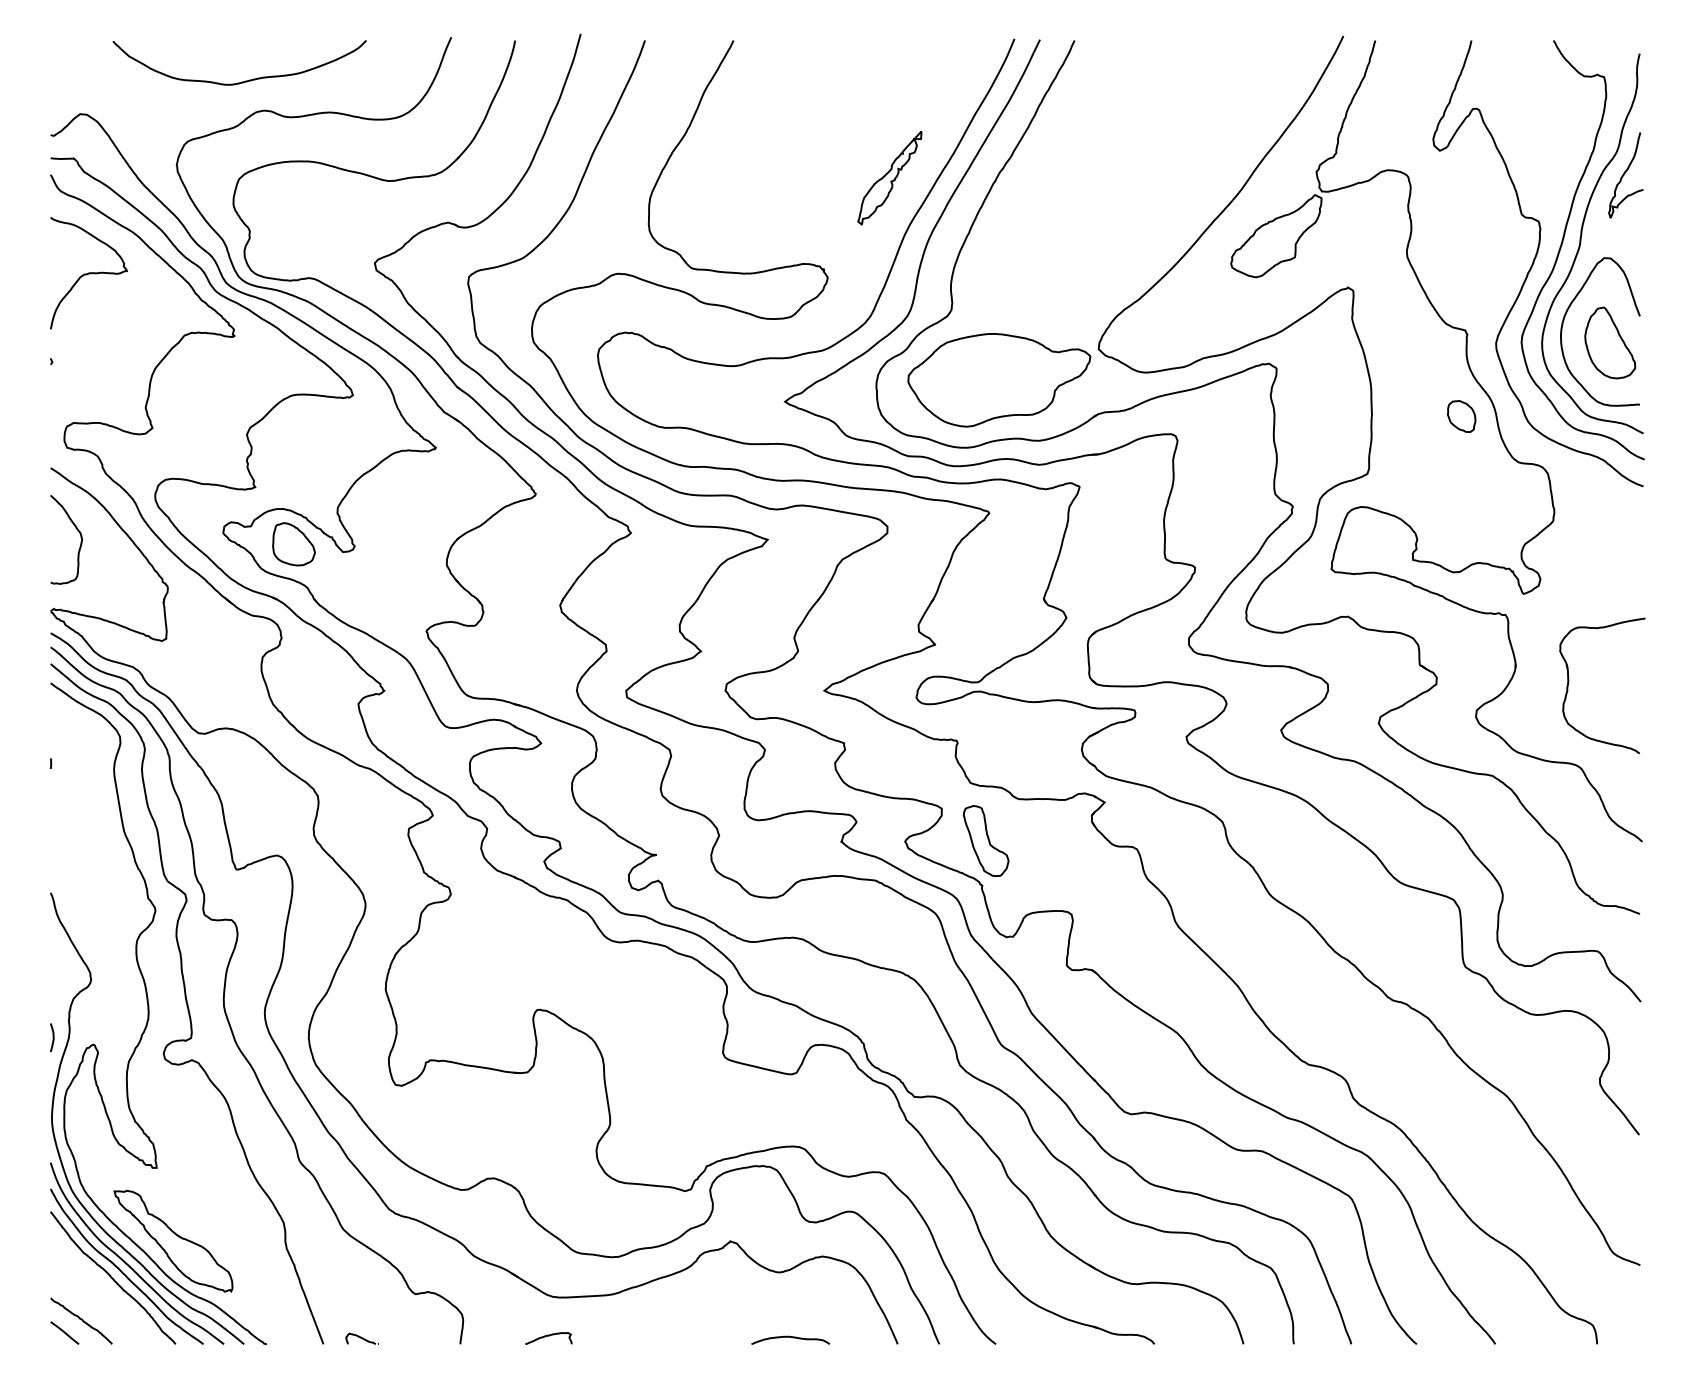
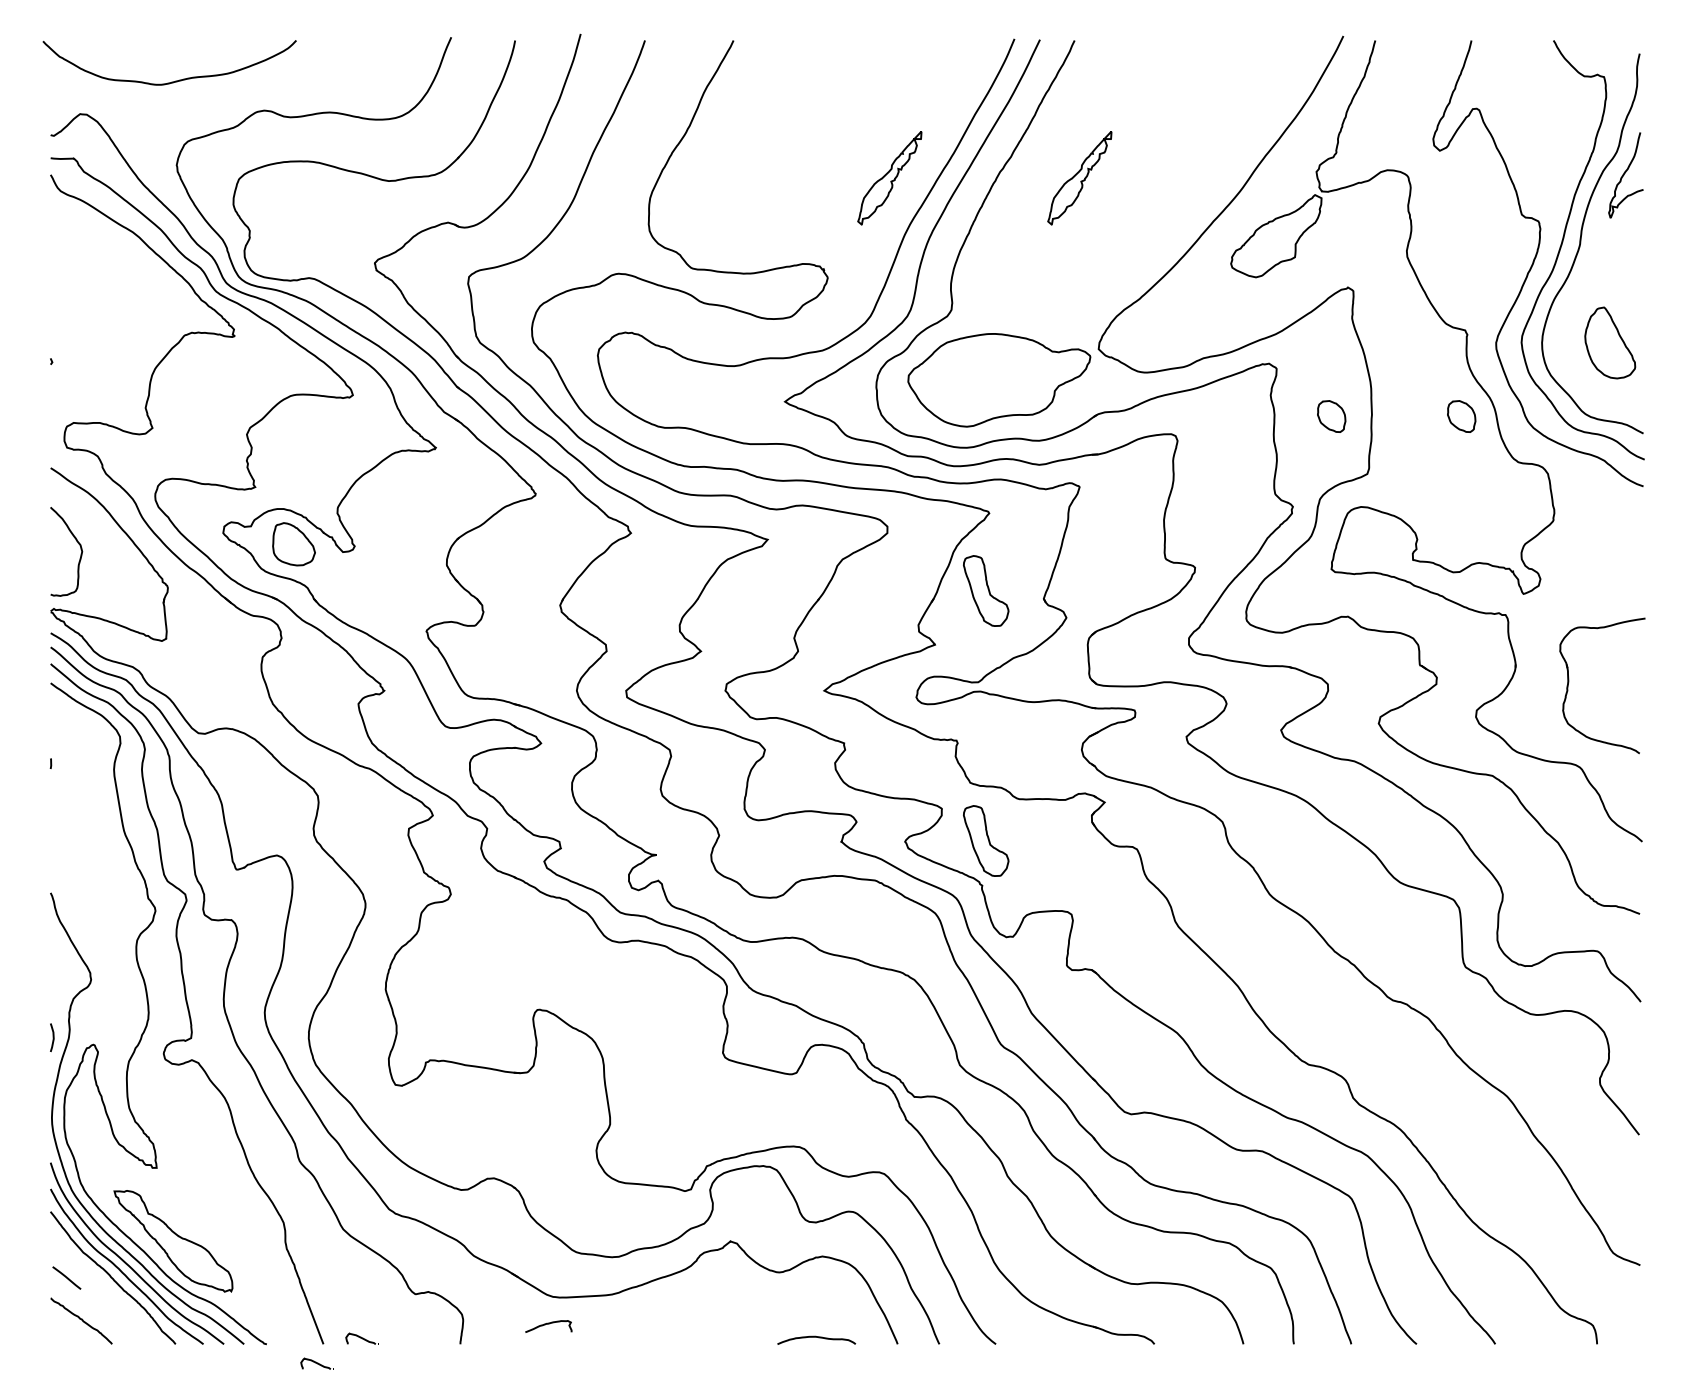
curve at (245, 80) position: (245, 80) -> (175, 80)
part at (1079, 178): none -> present
curve at (88, 273): present -> none
curve at (1563, 325): present -> none
part at (1331, 416): none -> present
curve at (78, 532) position: (78, 532) -> (78, 544)
part at (986, 590): none -> present
line at (64, 1332) position: (64, 1332) -> (66, 1277)
curve at (548, 1336) position: (548, 1336) -> (548, 1324)
curve at (790, 1337) position: (790, 1337) -> (816, 1337)
part at (316, 1363): none -> present
